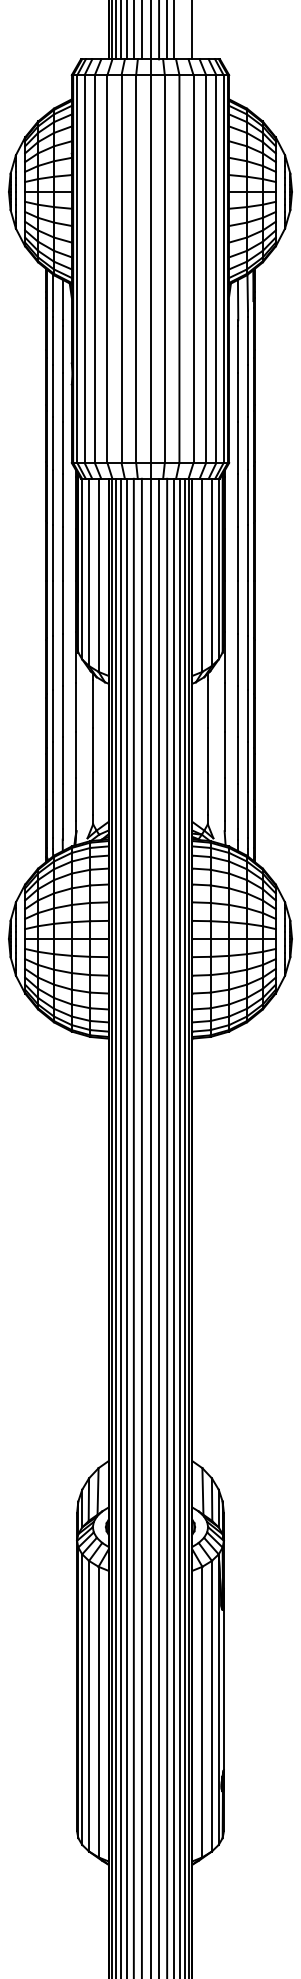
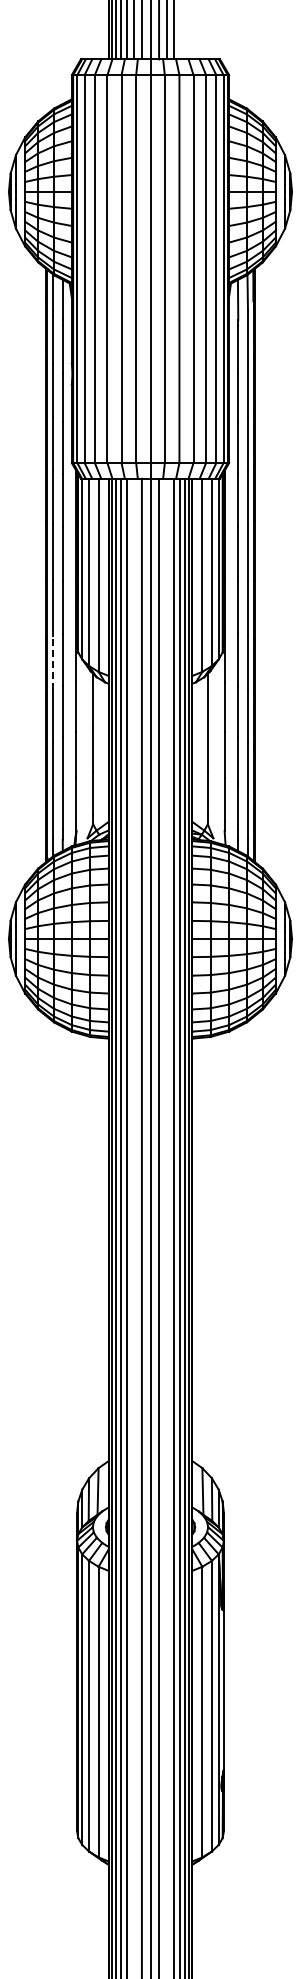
line at (192, 30): present -> none
line at (53, 662): solid -> dashed
line at (133, 1226): present -> none
line at (167, 1226): present -> none
